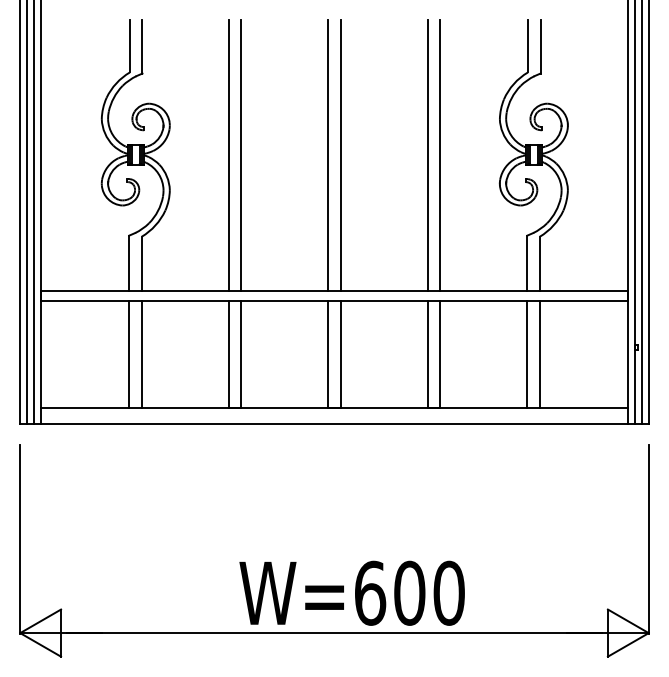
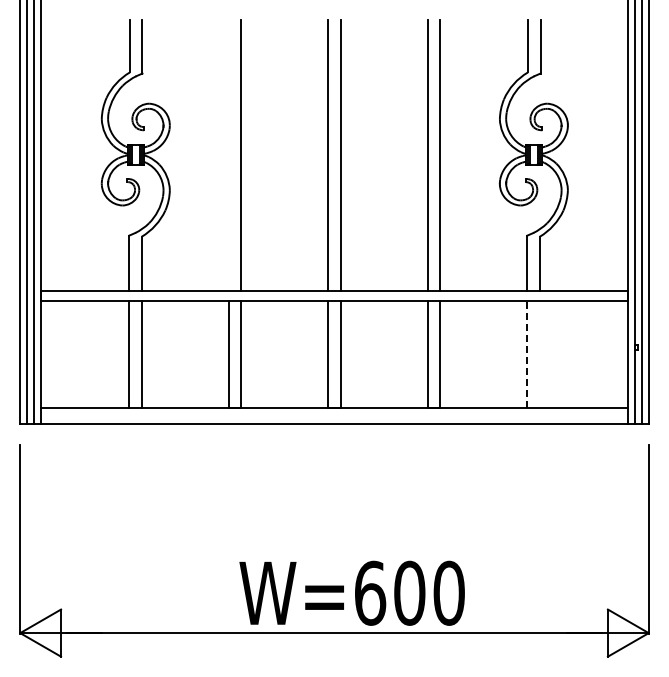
line at (228, 155): present -> none
line at (527, 353): solid -> dashed
line at (539, 354): present -> none
